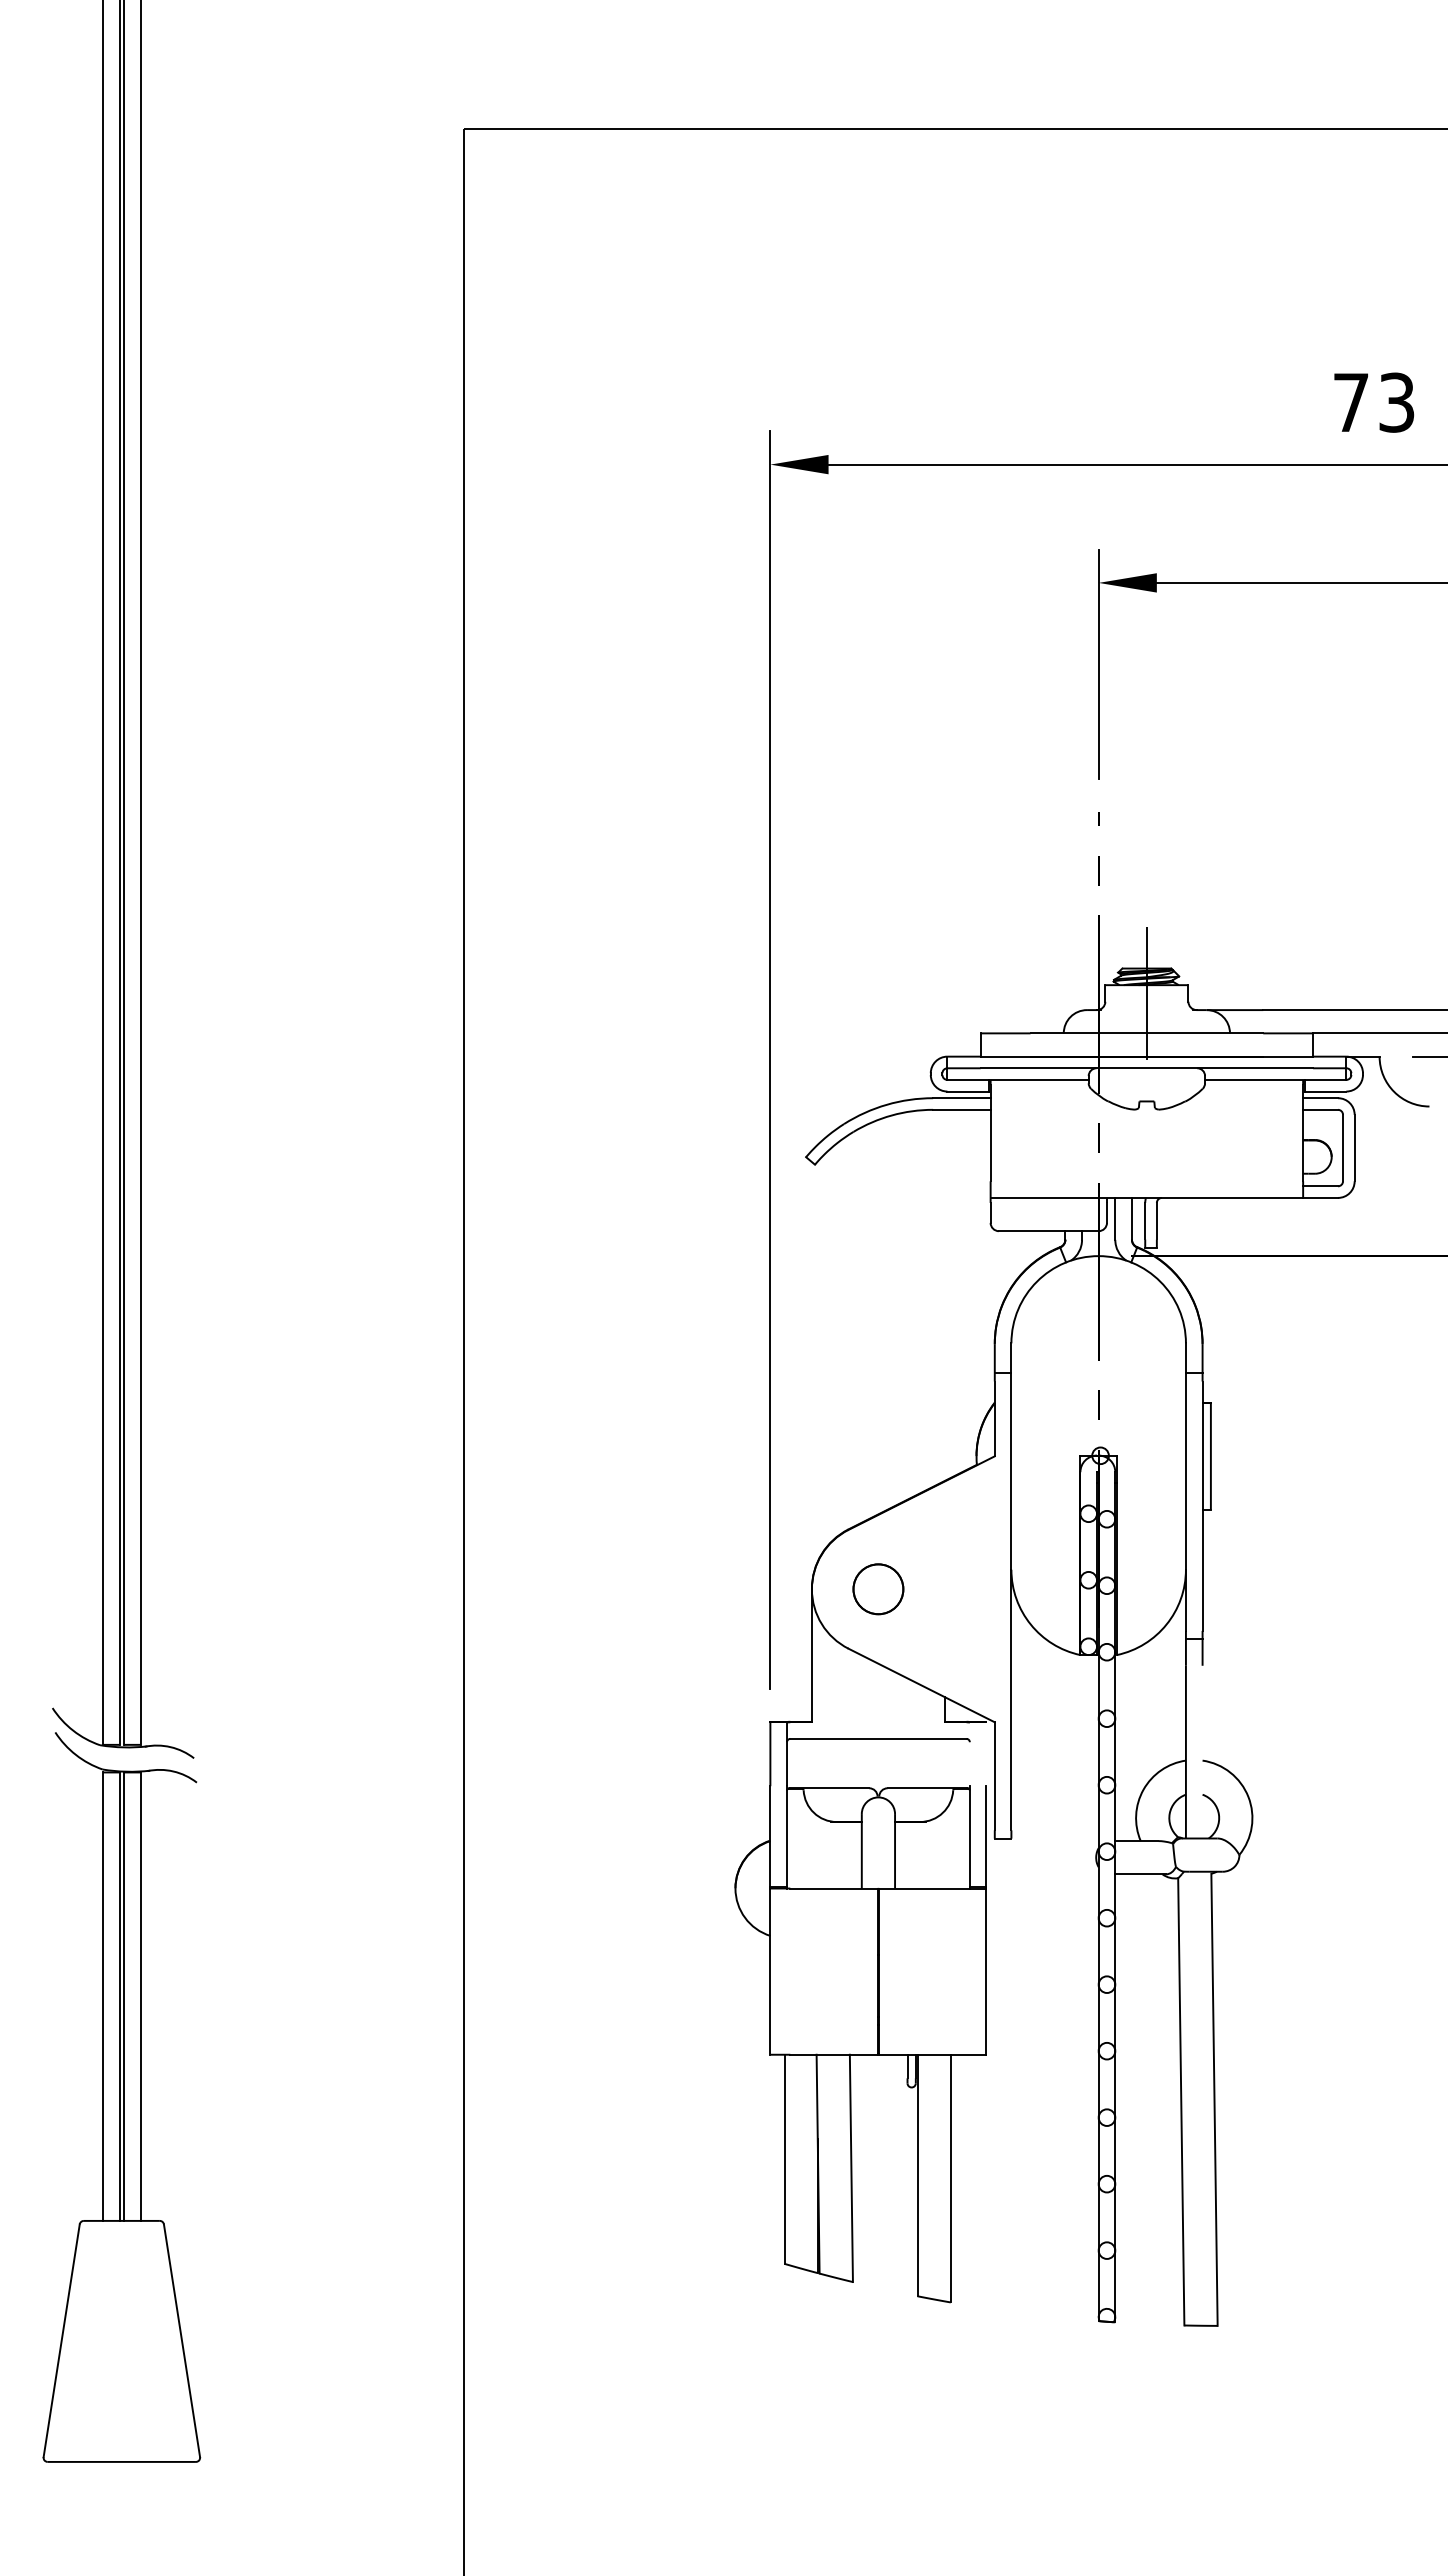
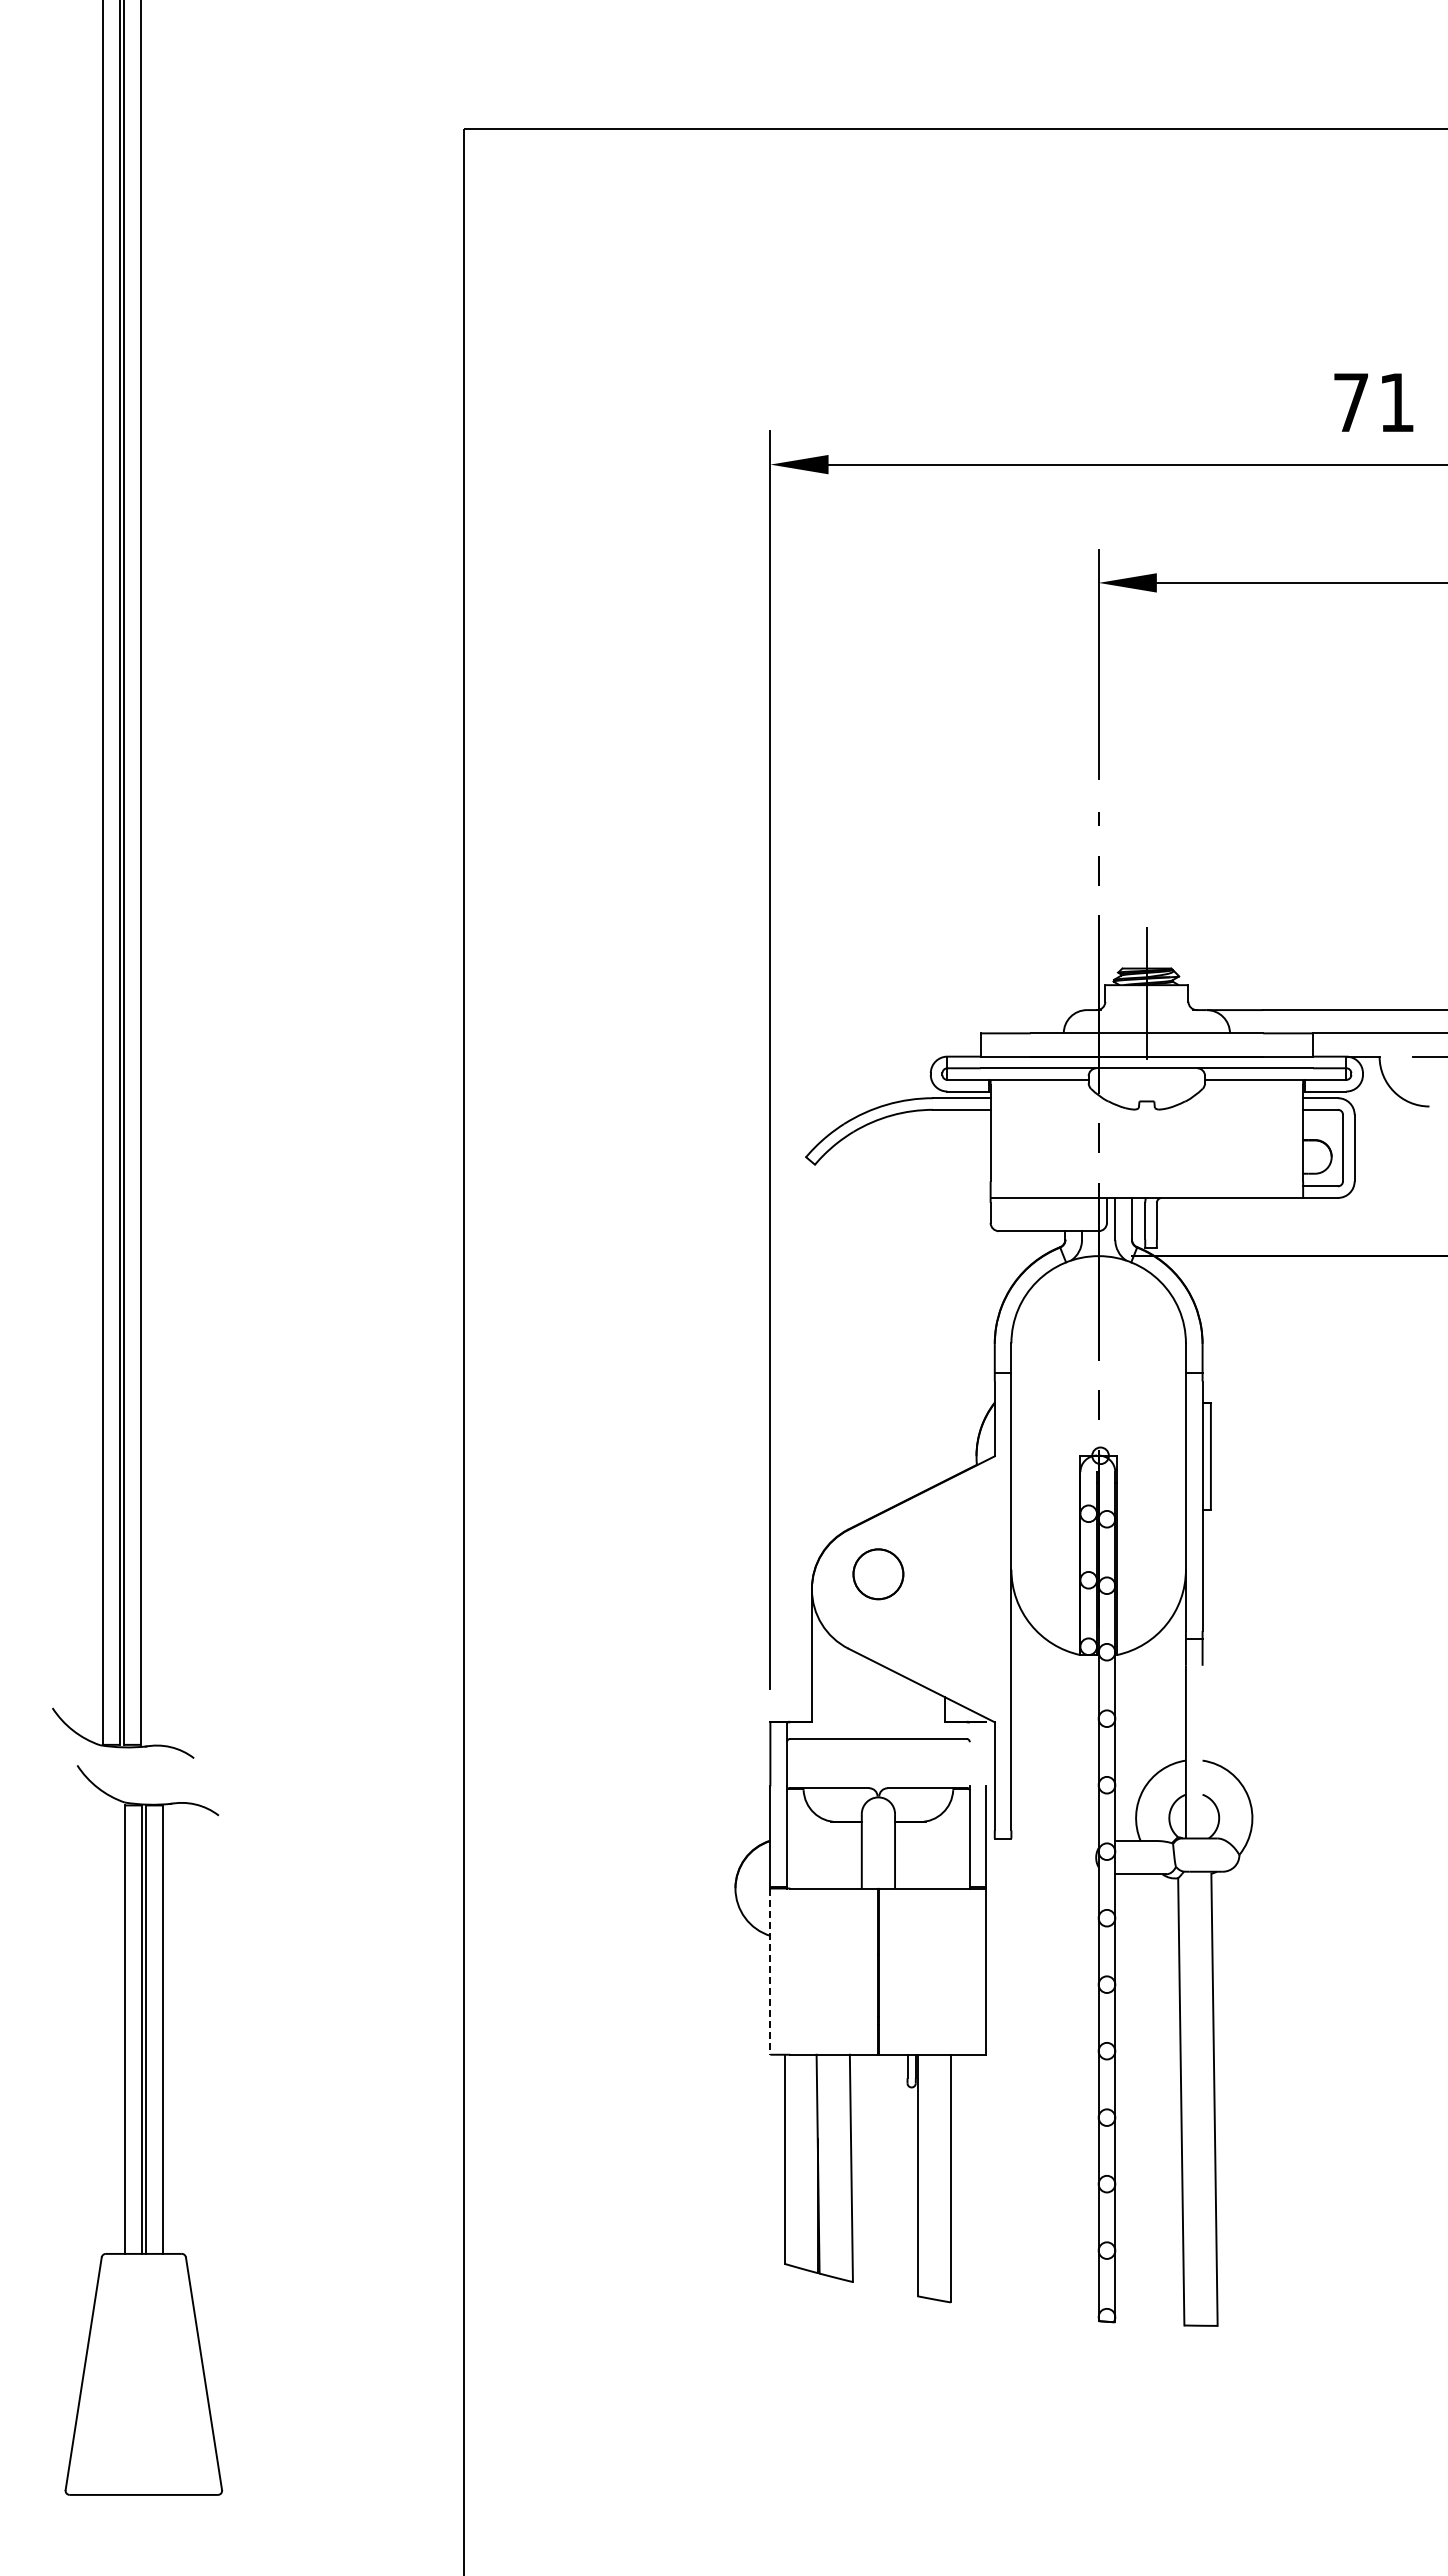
text at (1396, 402): 73 -> 71
part at (878, 1589) position: (878, 1589) -> (878, 1574)
line at (770, 1972): solid -> dashed
part at (121, 2097) position: (121, 2097) -> (143, 2130)
